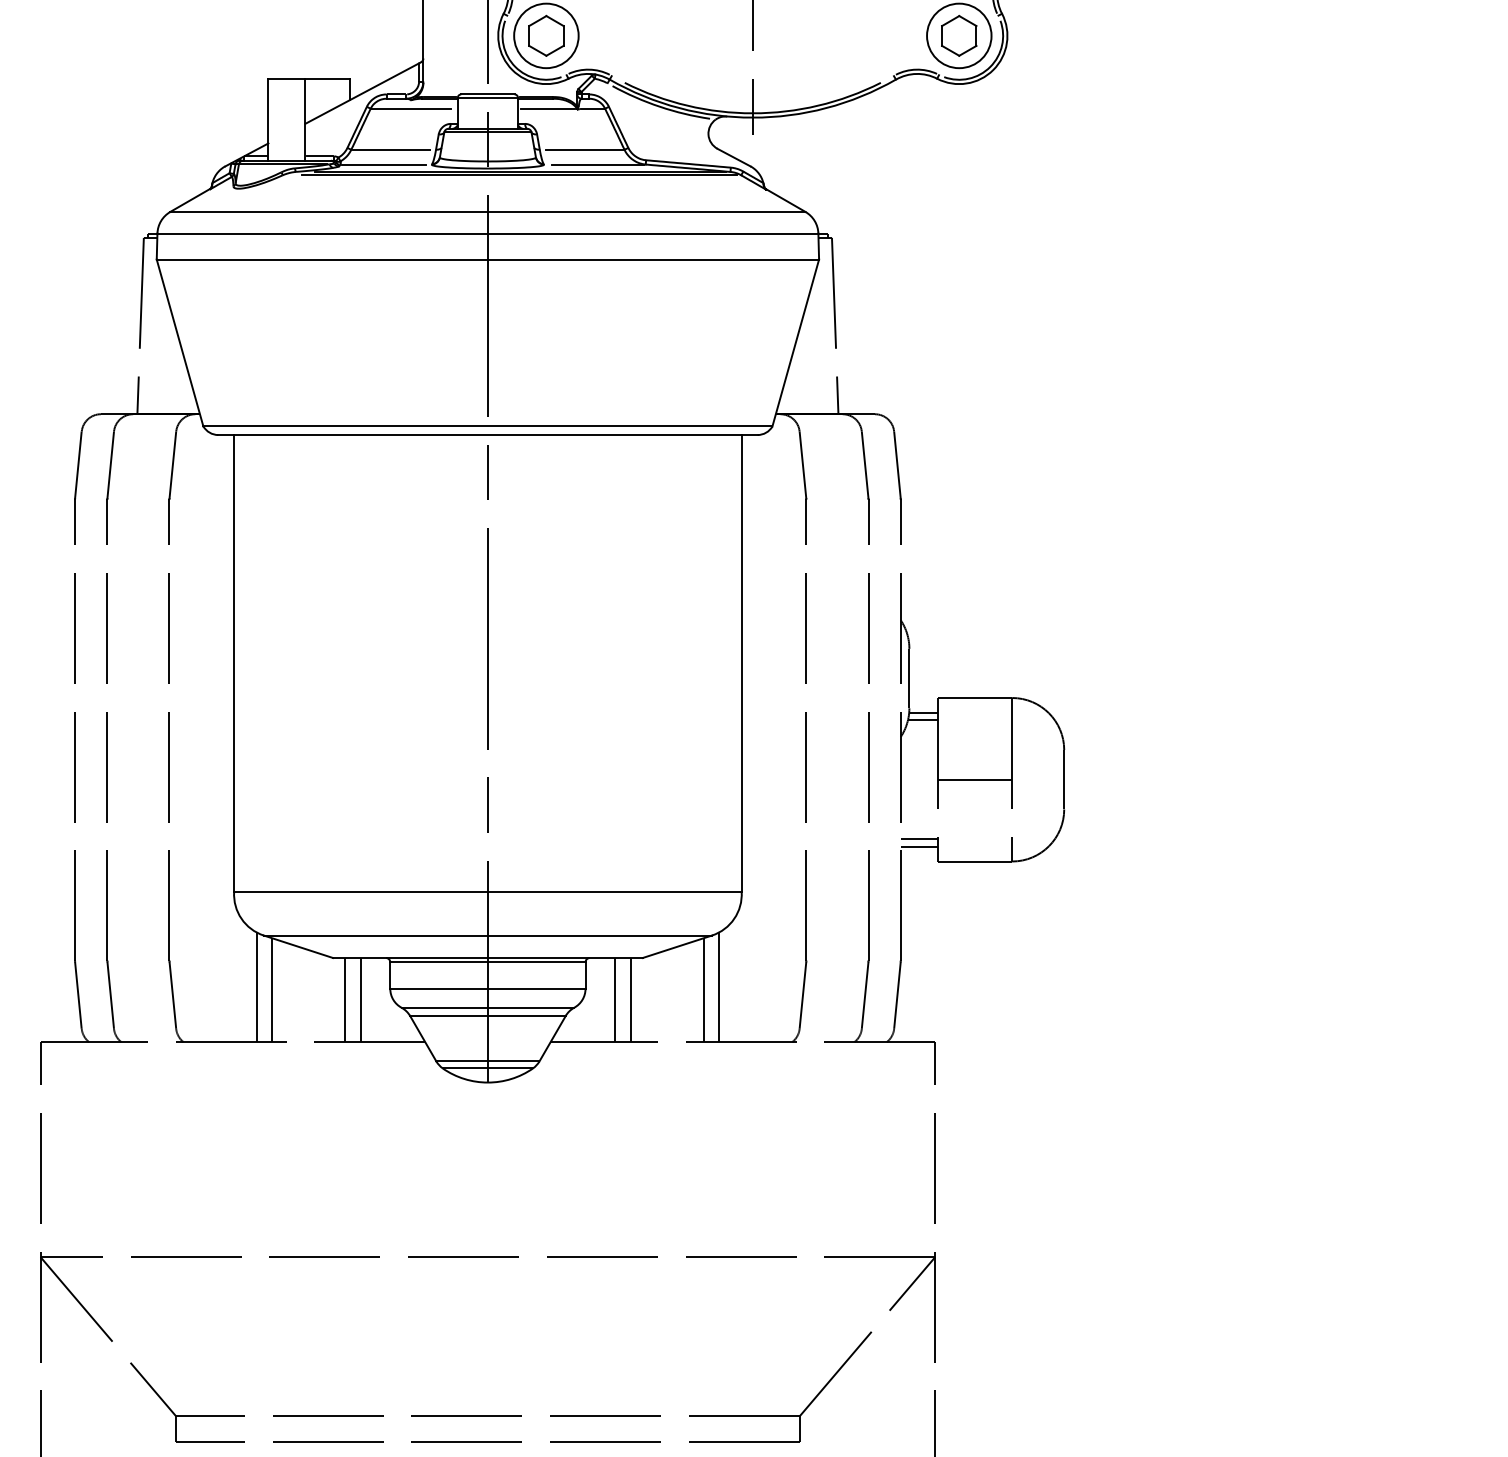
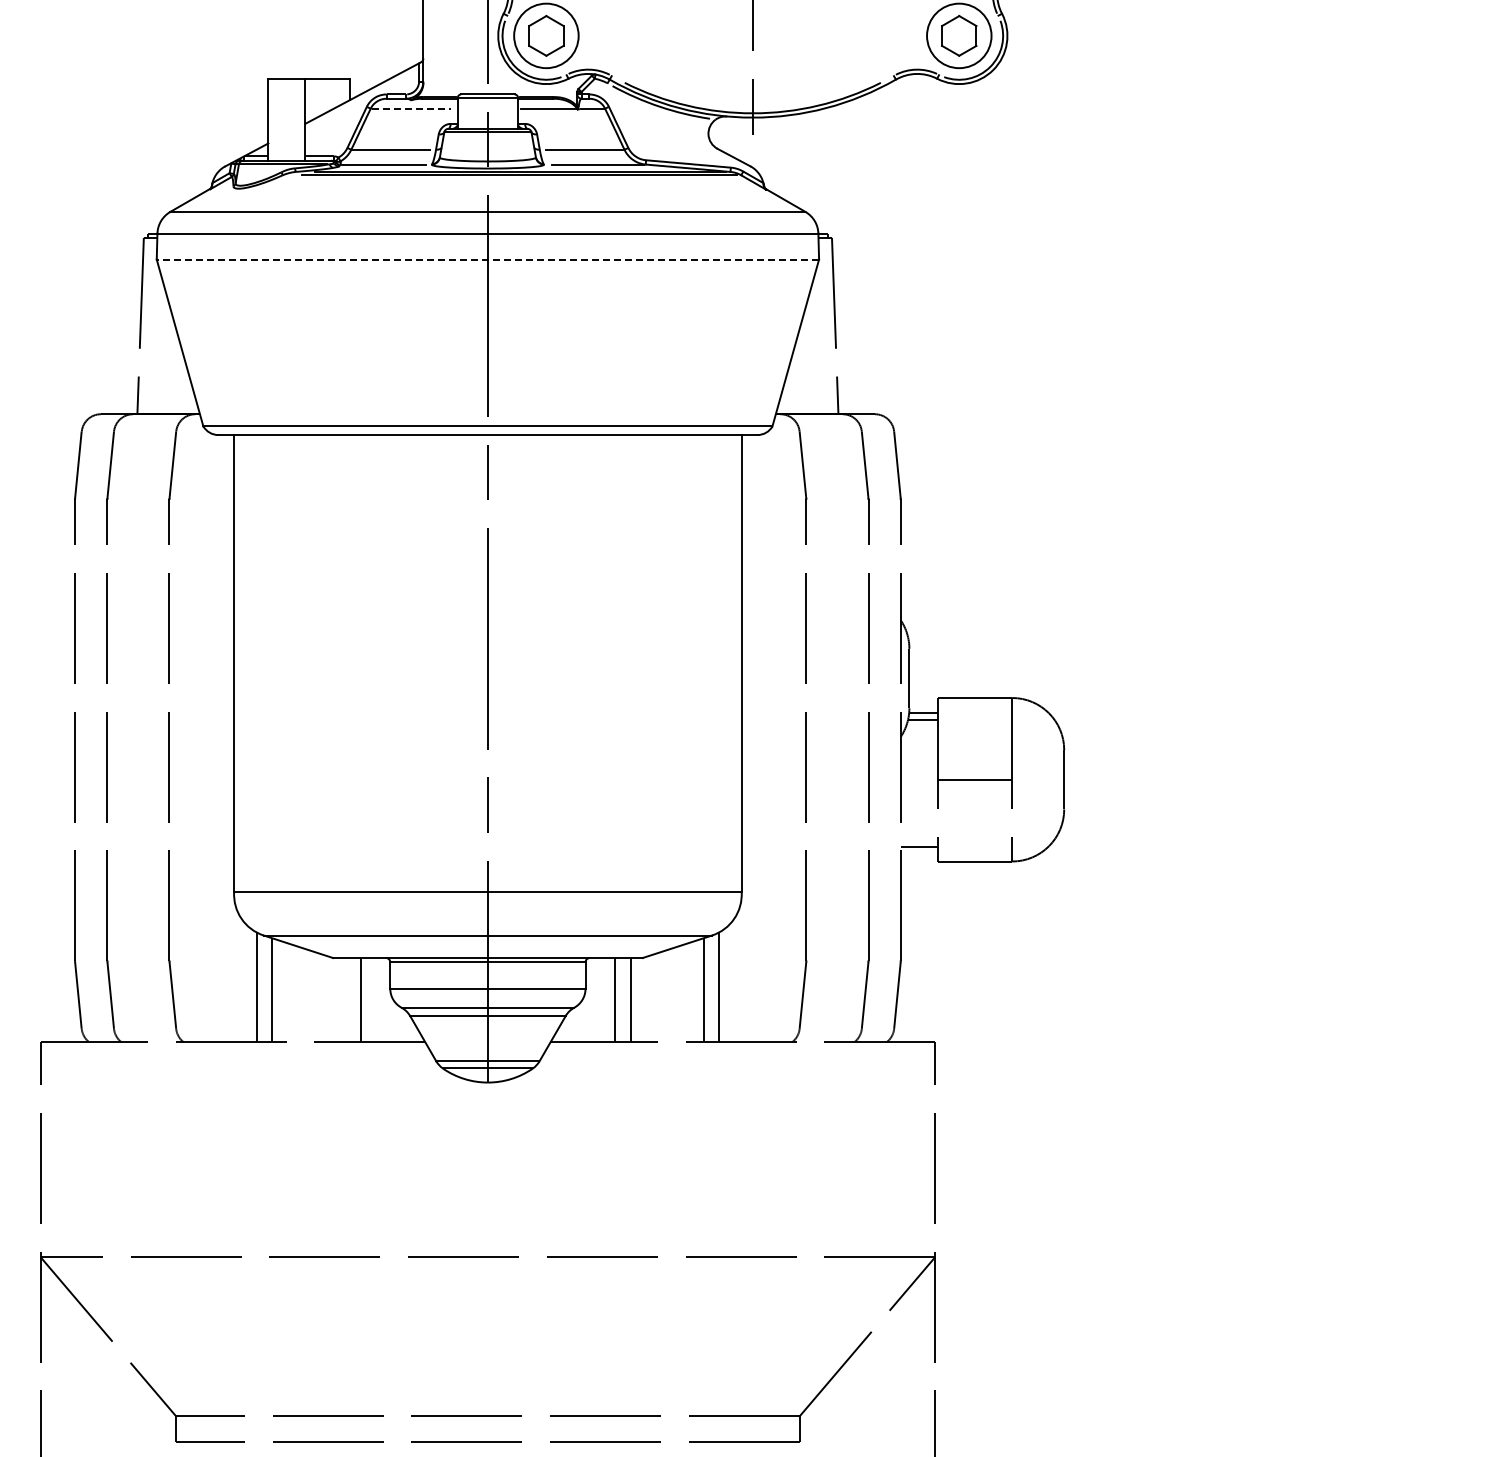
line at (411, 108): solid -> dashed
line at (487, 259): solid -> dashed
line at (918, 839): present -> none
line at (345, 1000): present -> none
